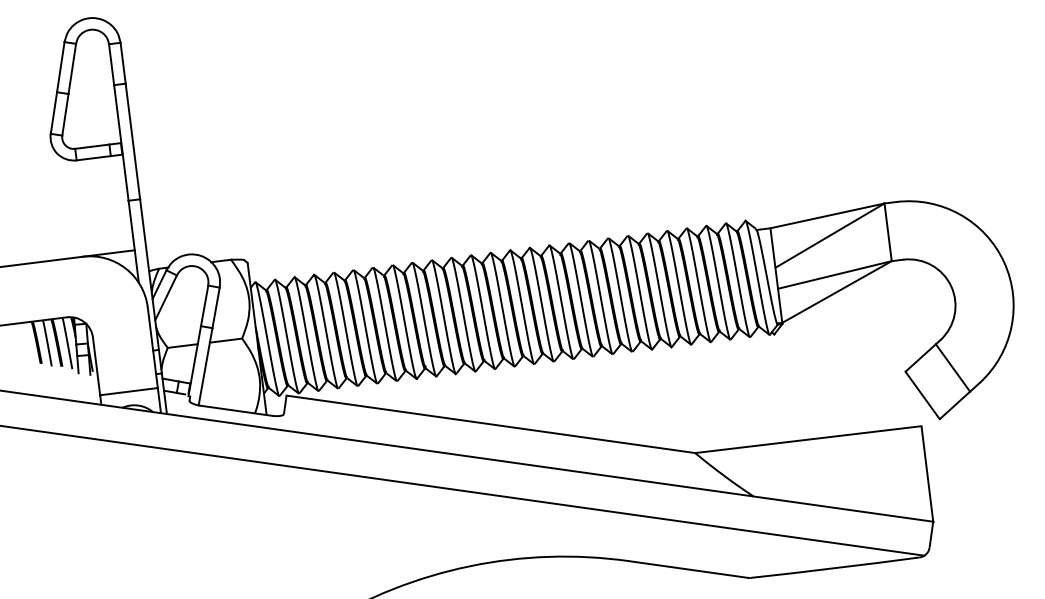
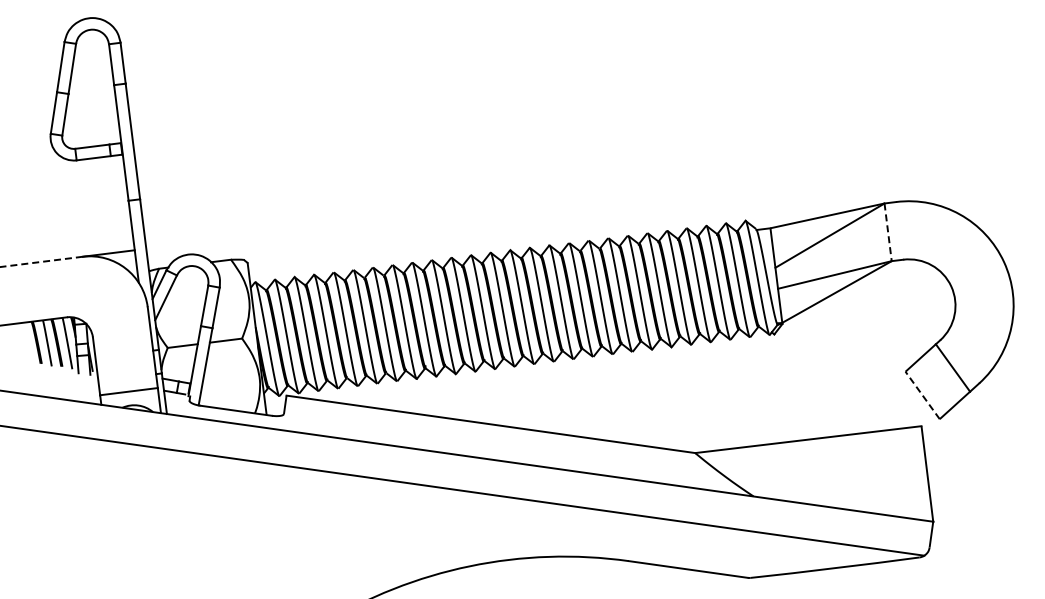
line at (888, 232): solid -> dashed
line at (41, 261): solid -> dashed
line at (922, 395): solid -> dashed
